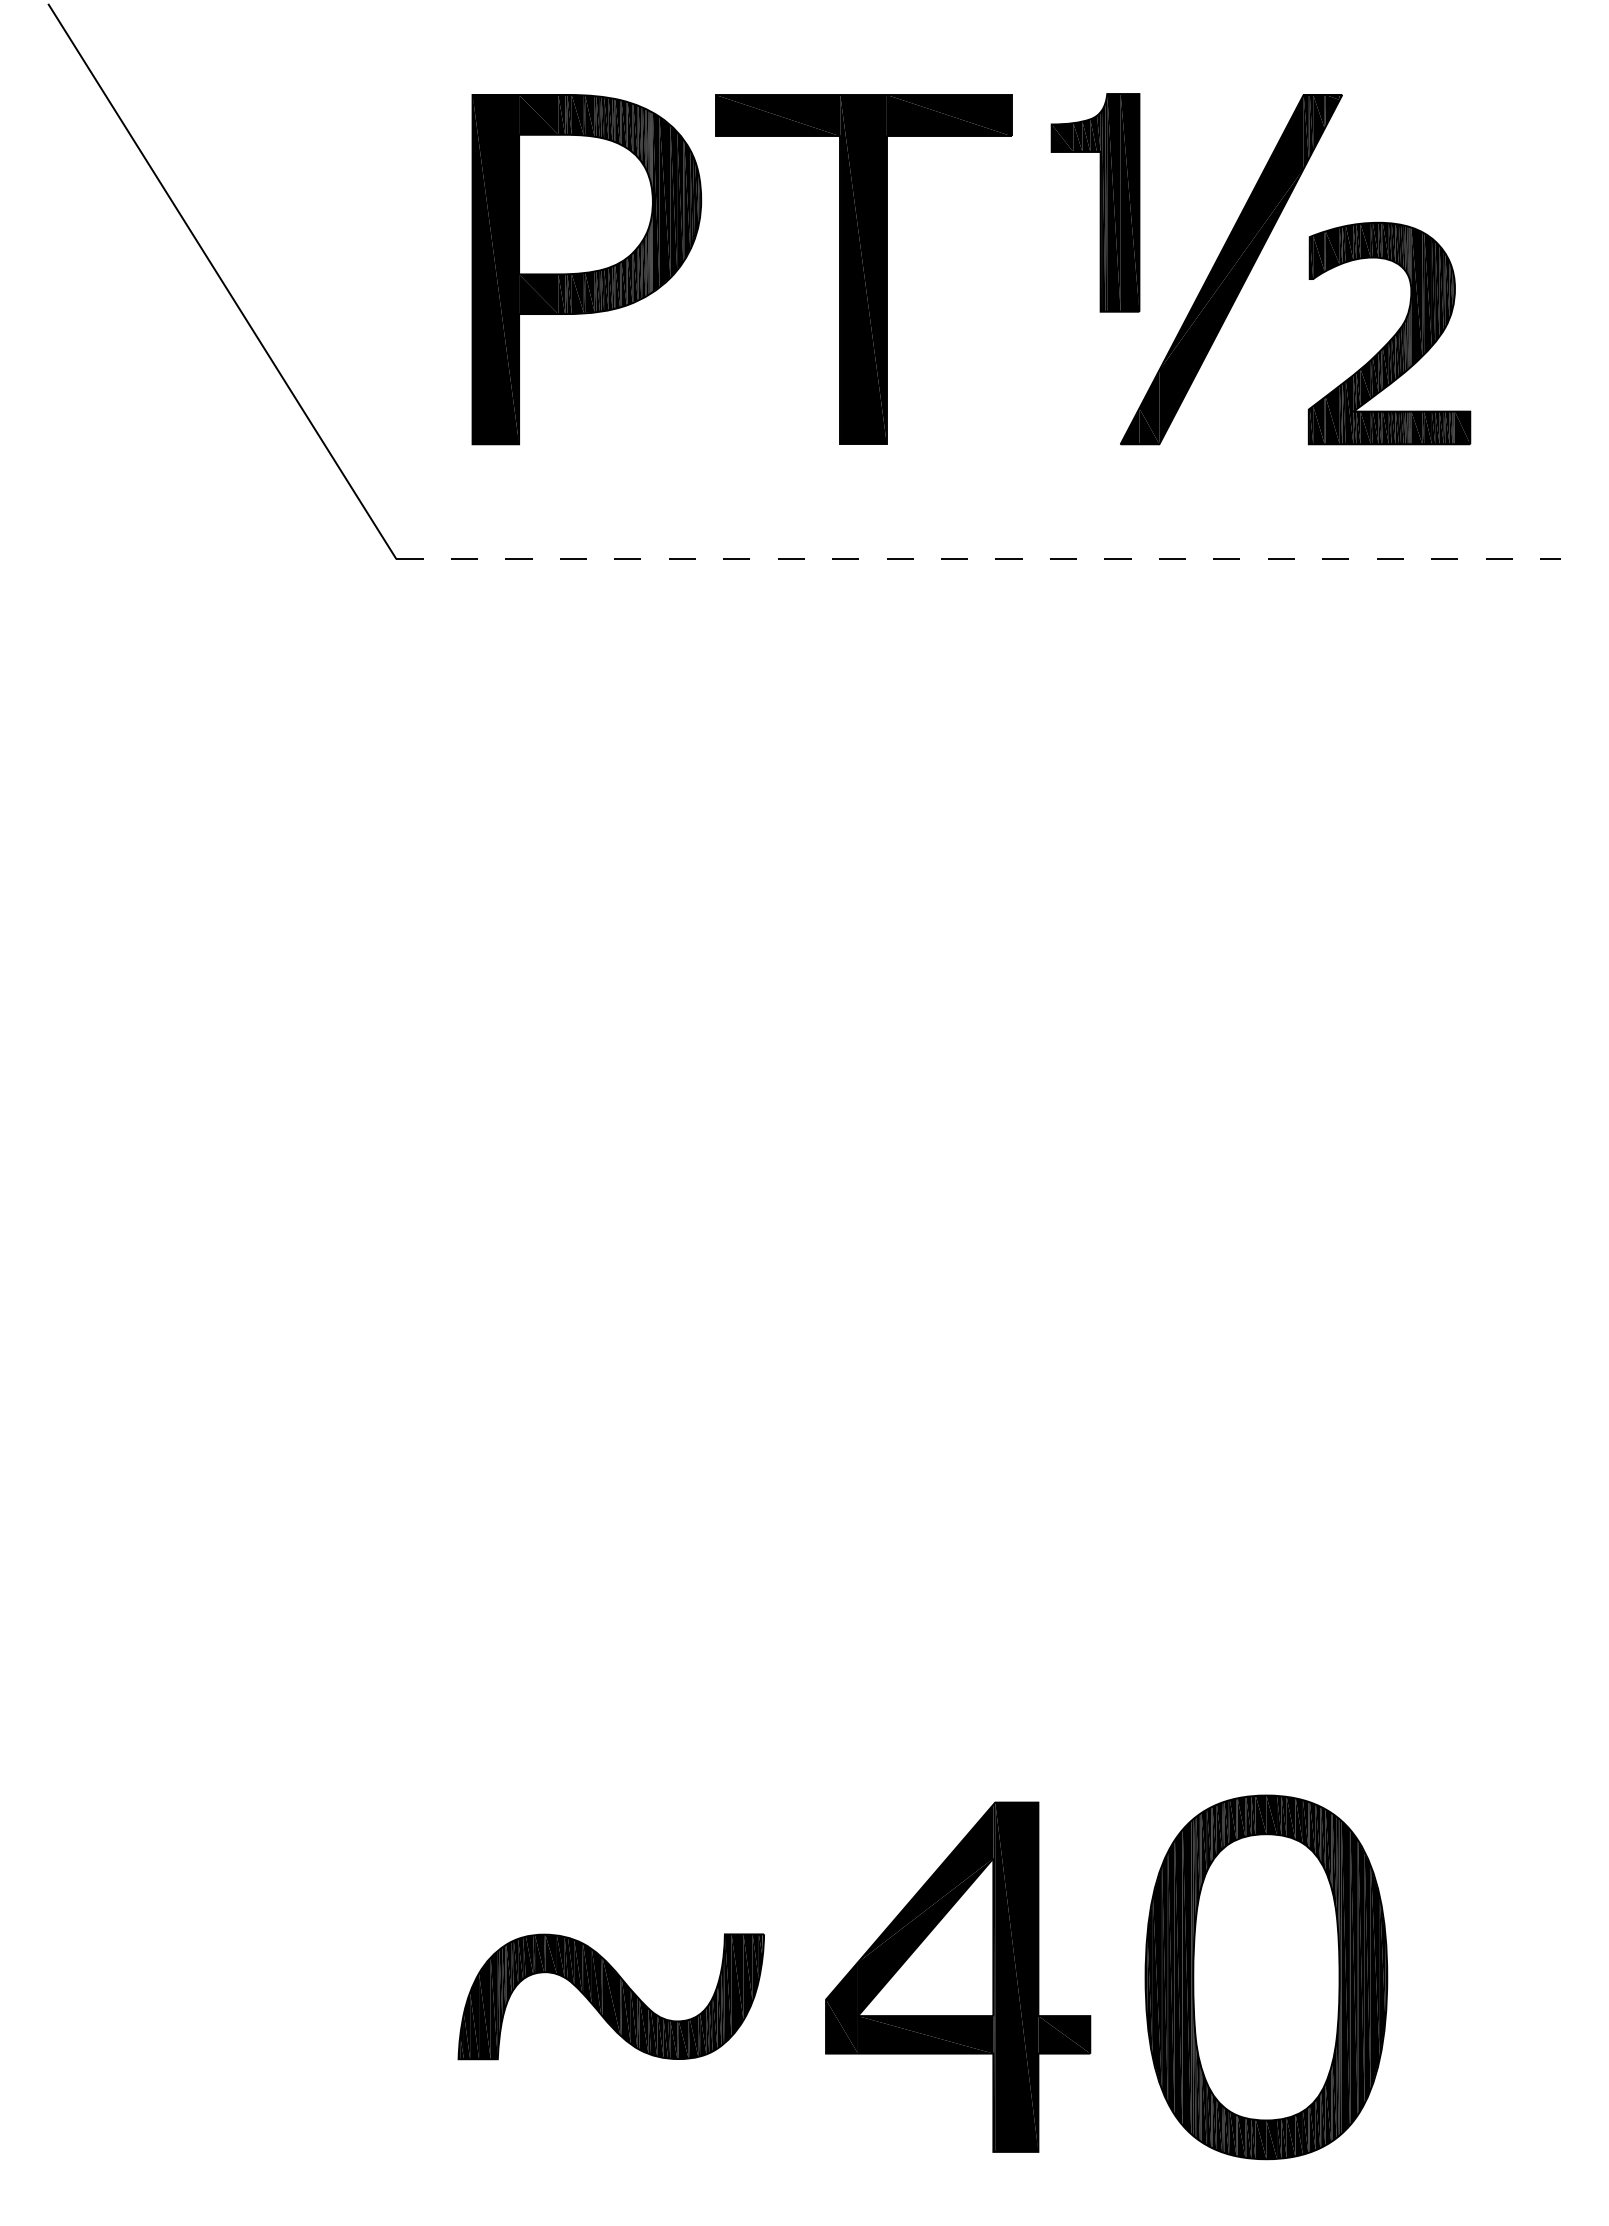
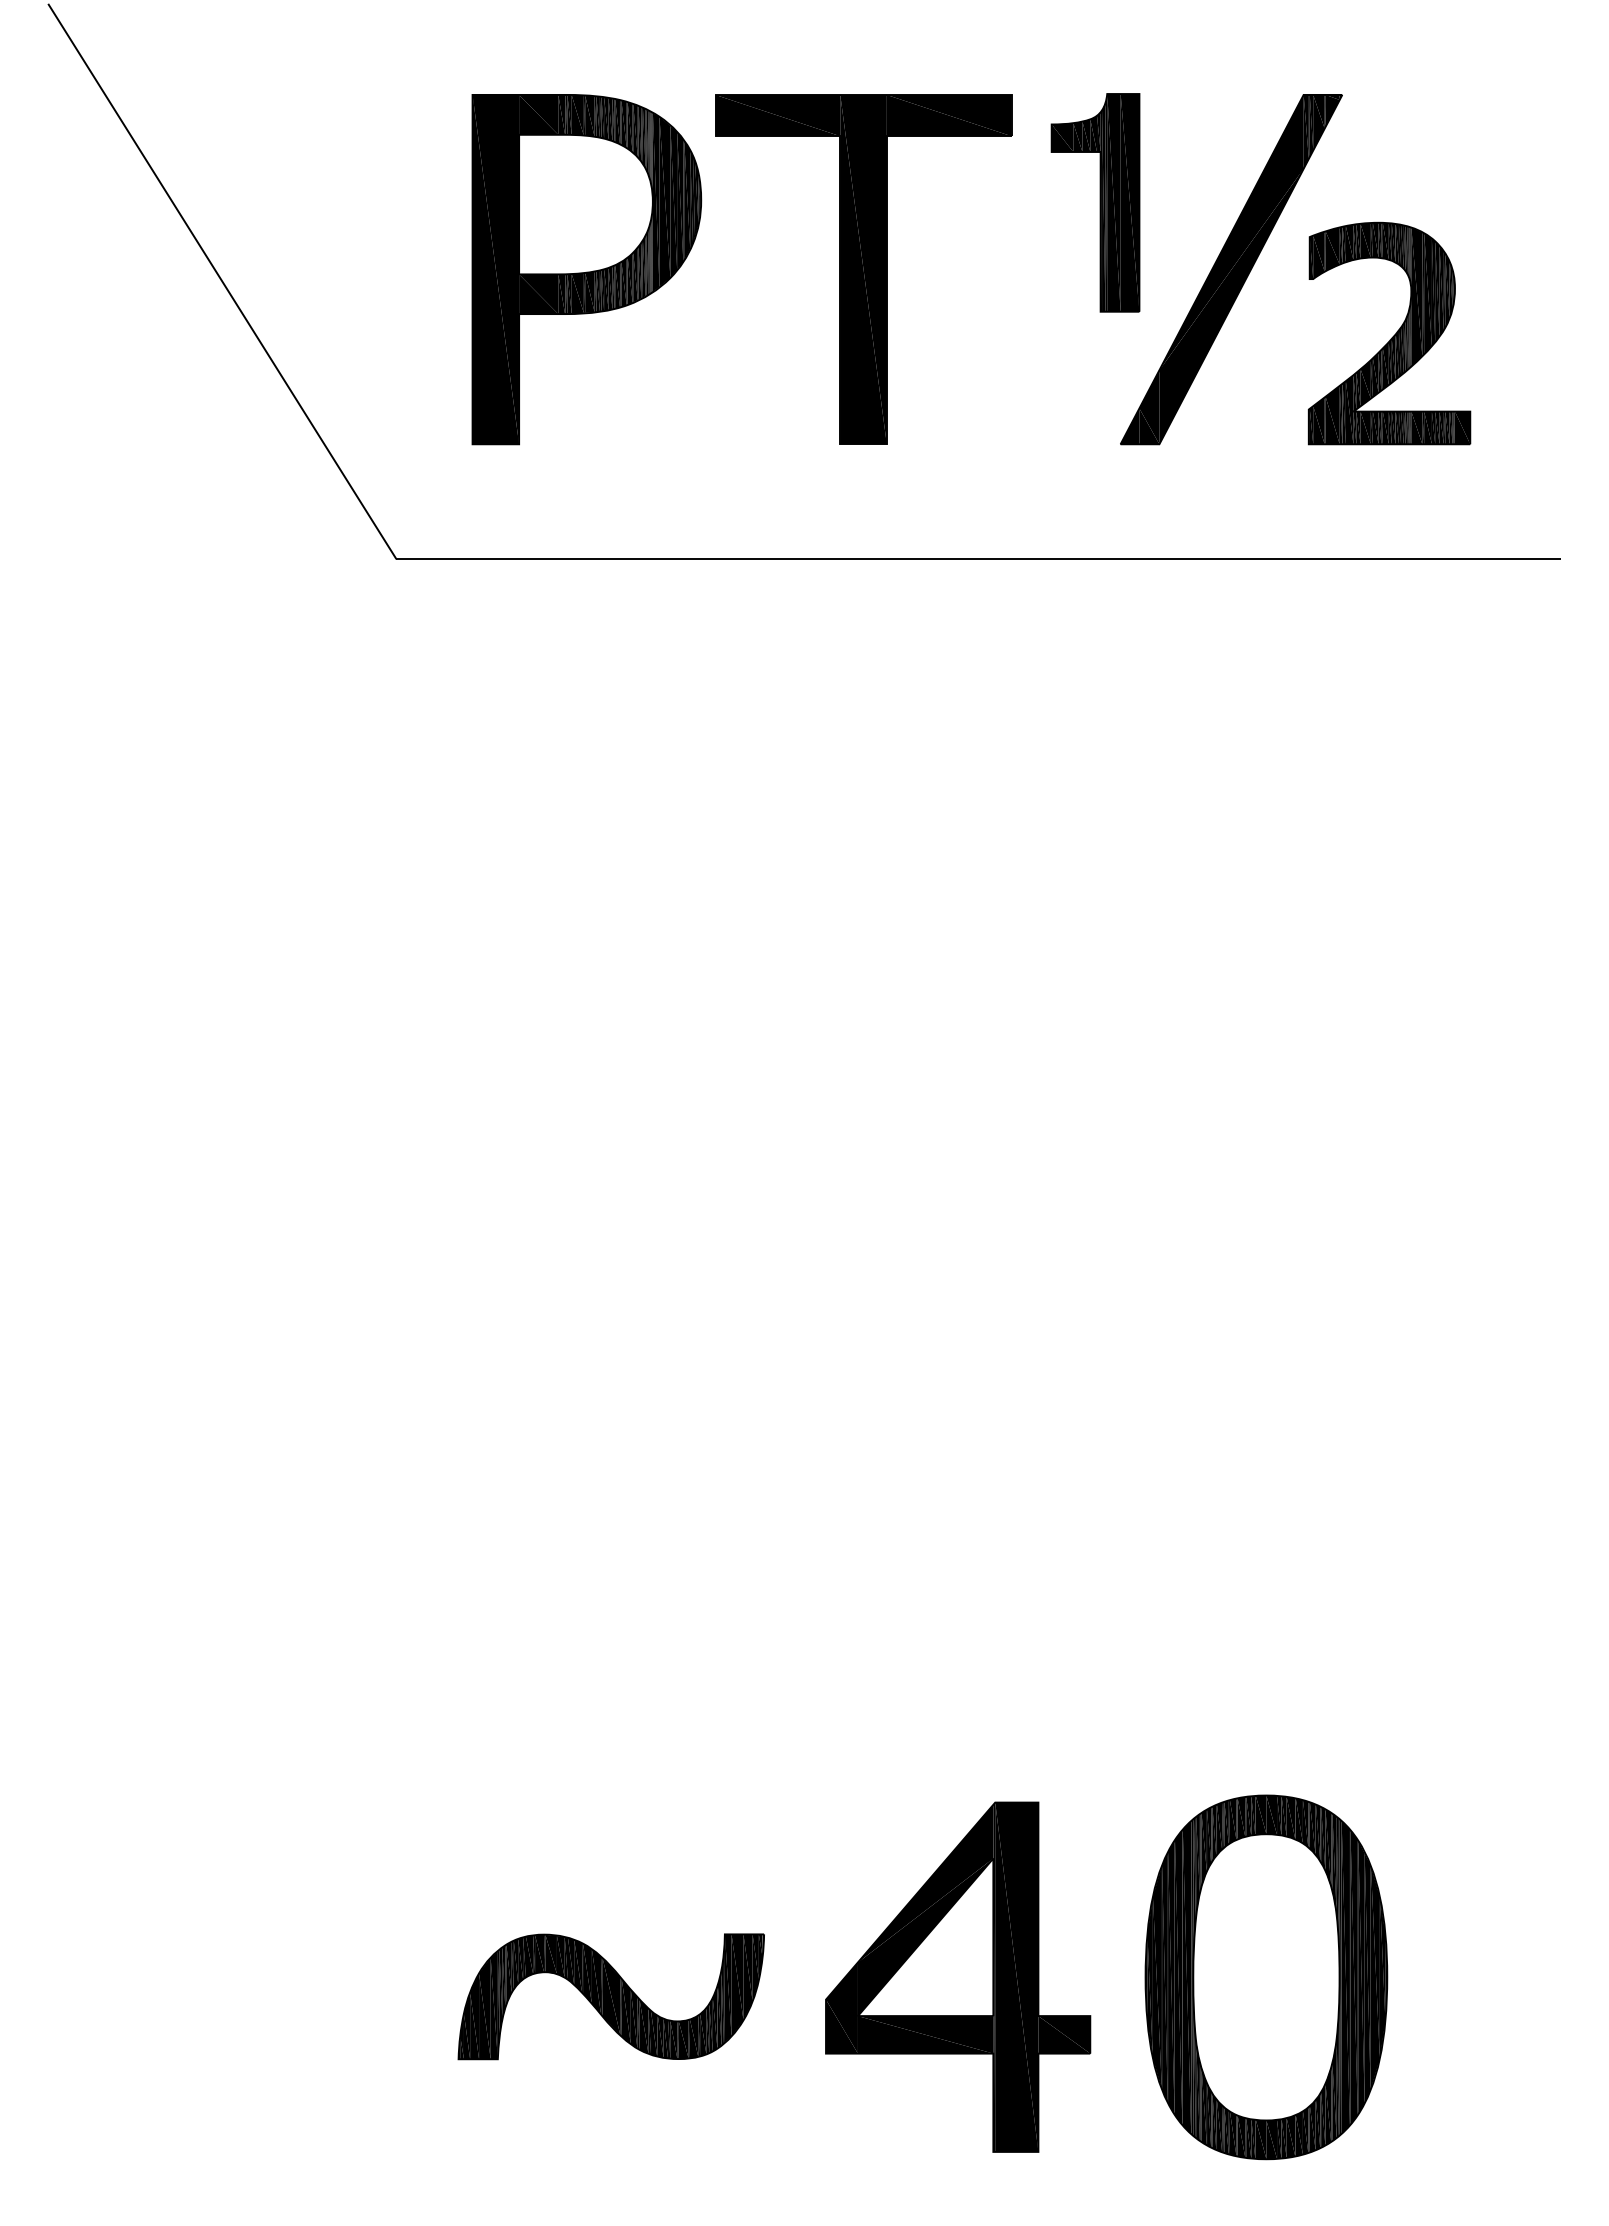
line at (979, 559): dashed -> solid
